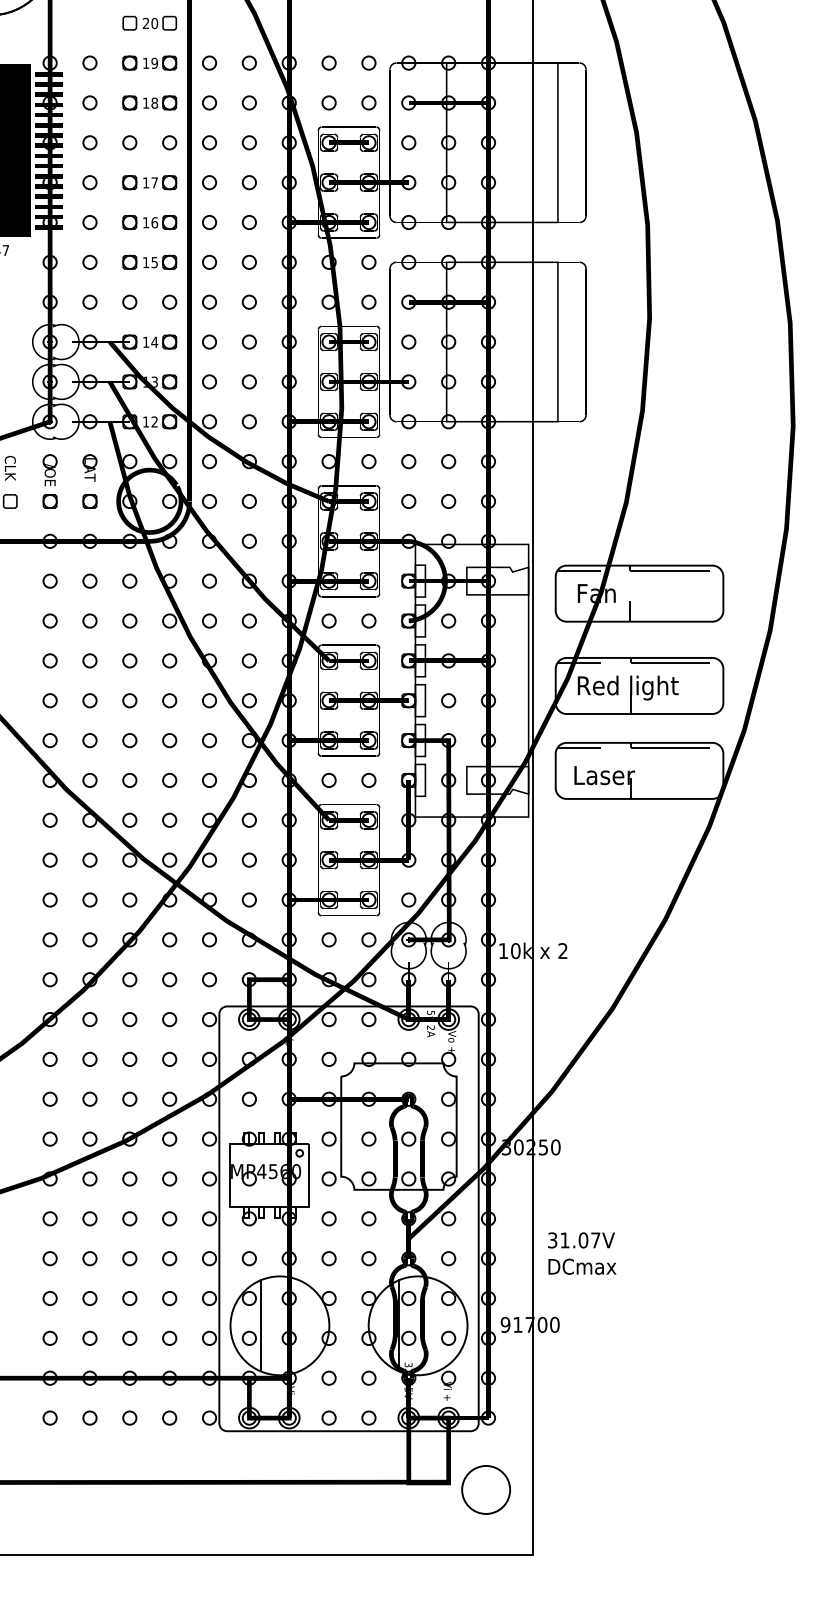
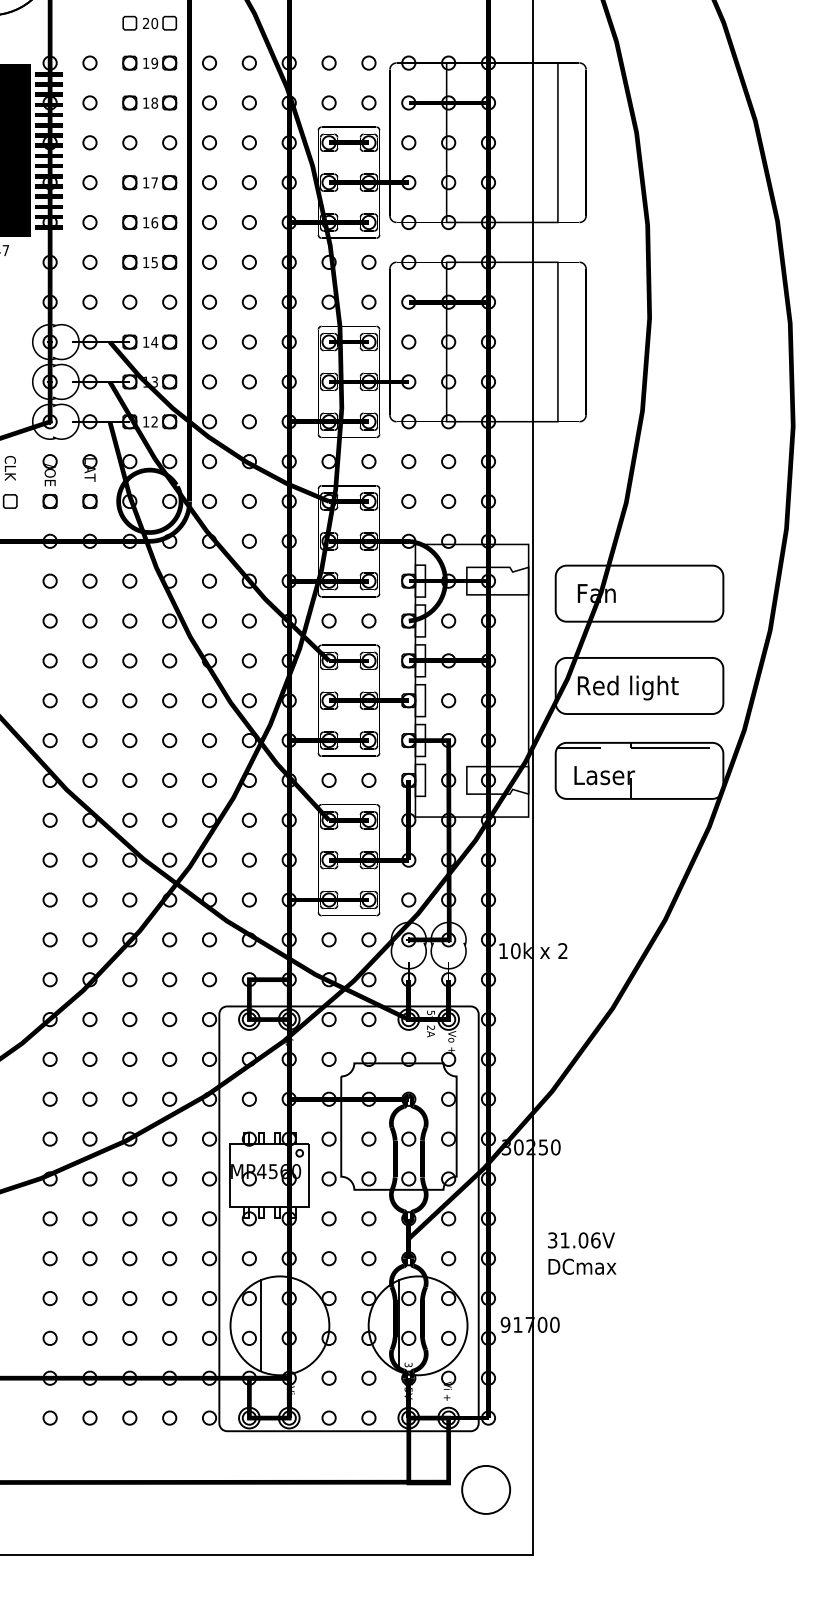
hatch at (633, 593): present -> none
hatch at (633, 685): present -> none
text at (595, 1240): 31.07V -> 31.06V
